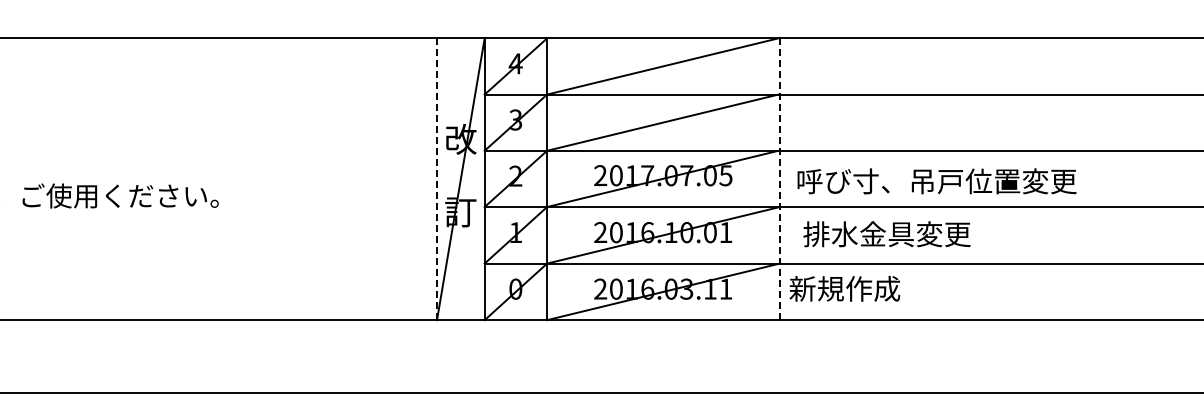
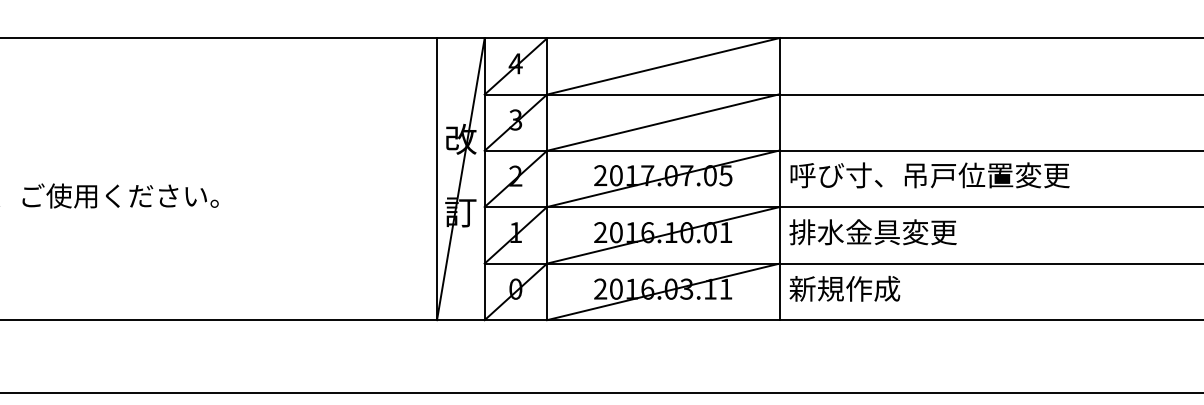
line at (437, 179): dashed -> solid
line at (779, 179): dashed -> solid
text at (936, 181) position: (936, 181) -> (929, 175)
text at (886, 234) position: (886, 234) -> (872, 232)
